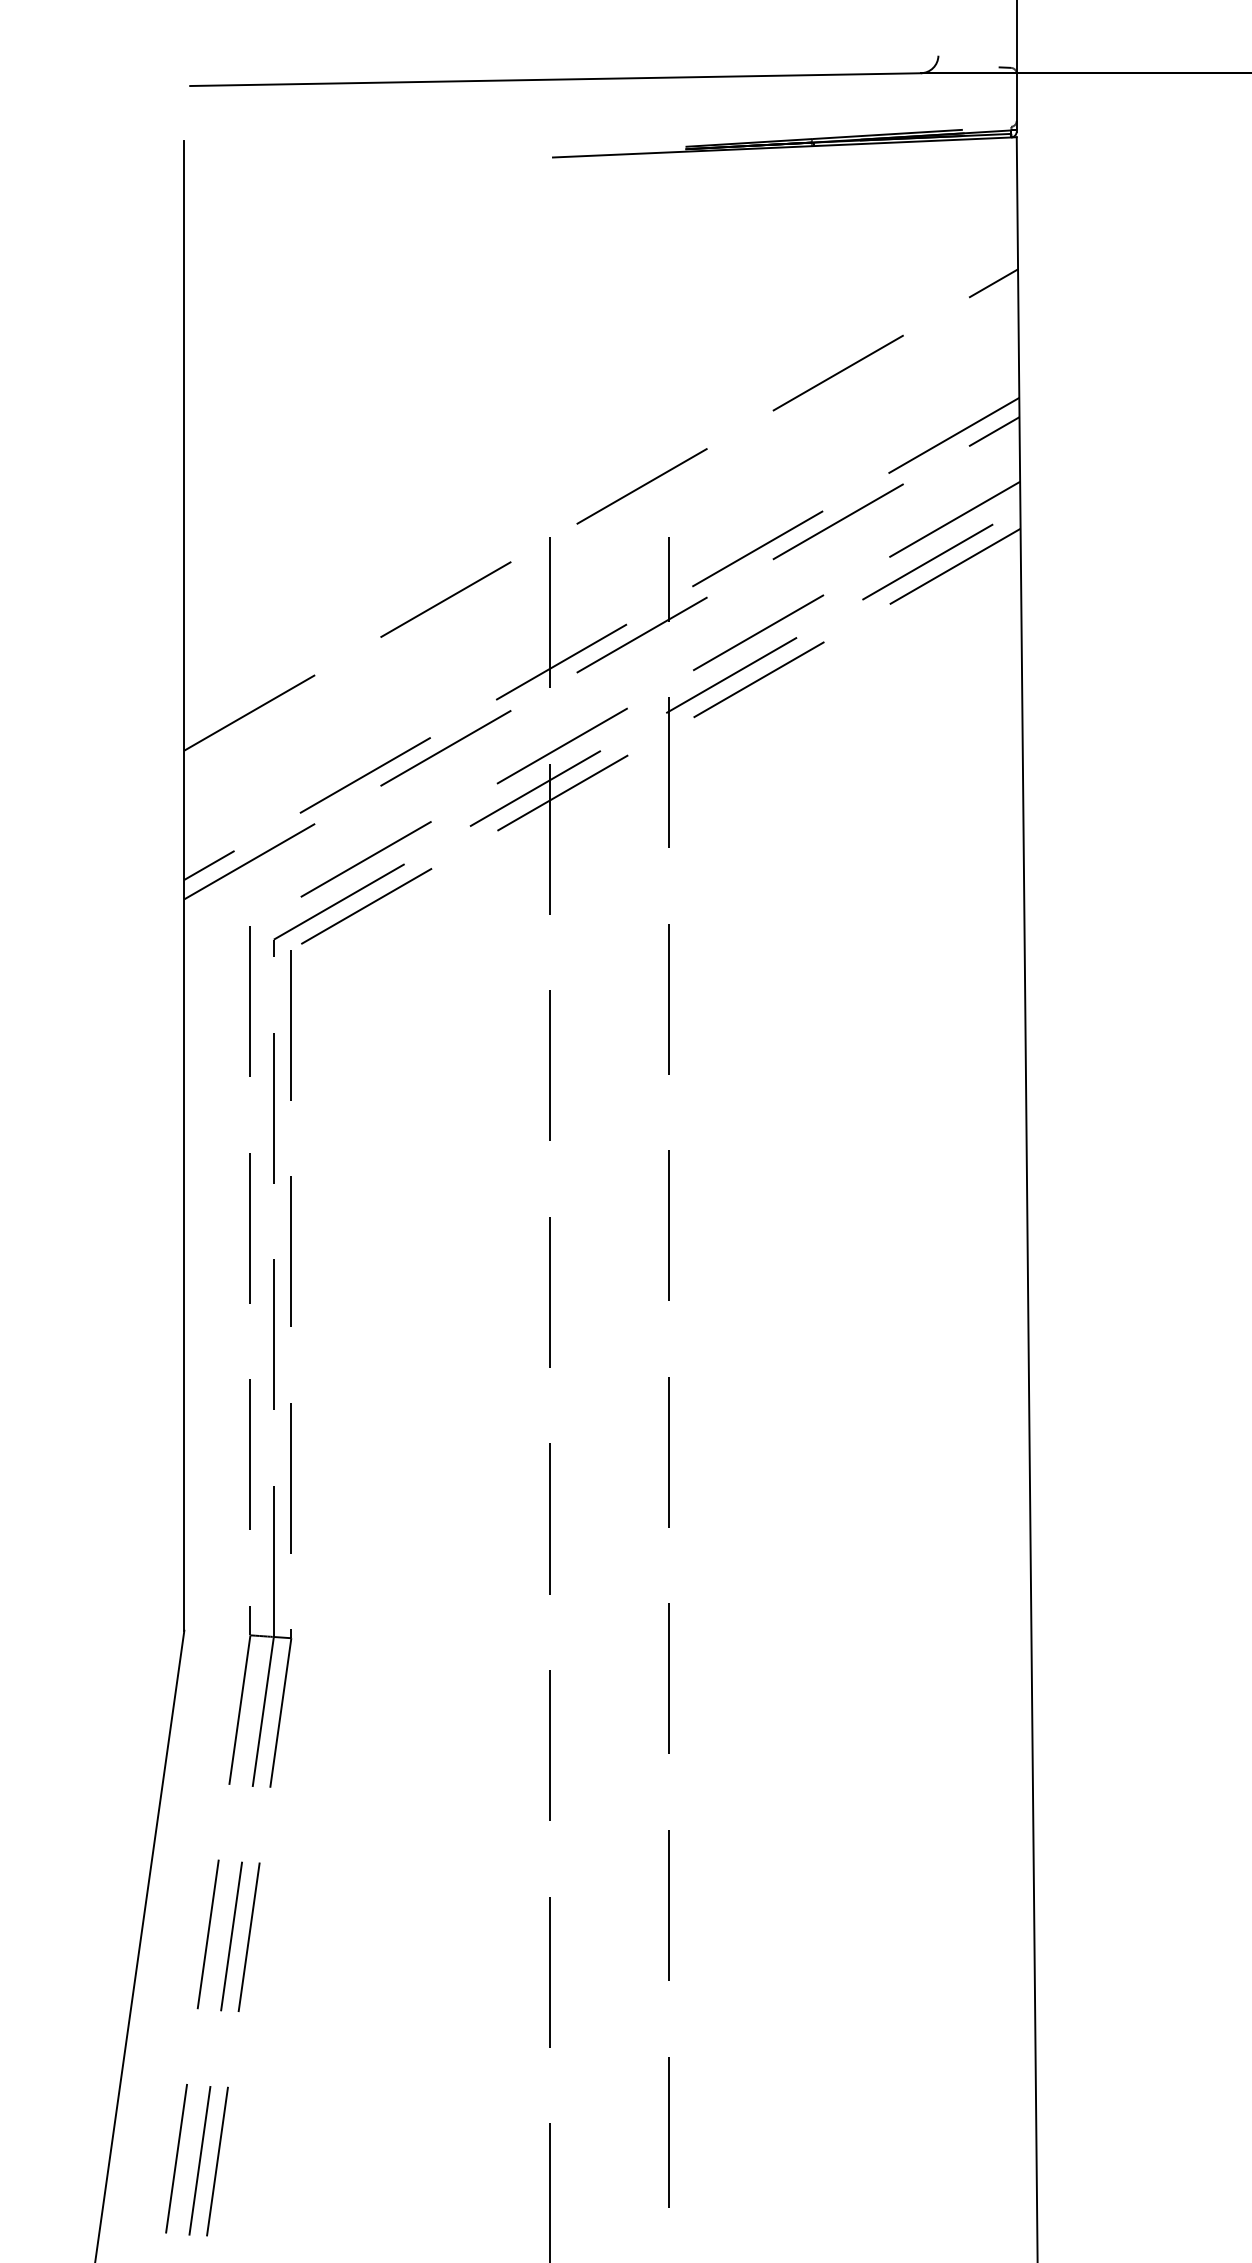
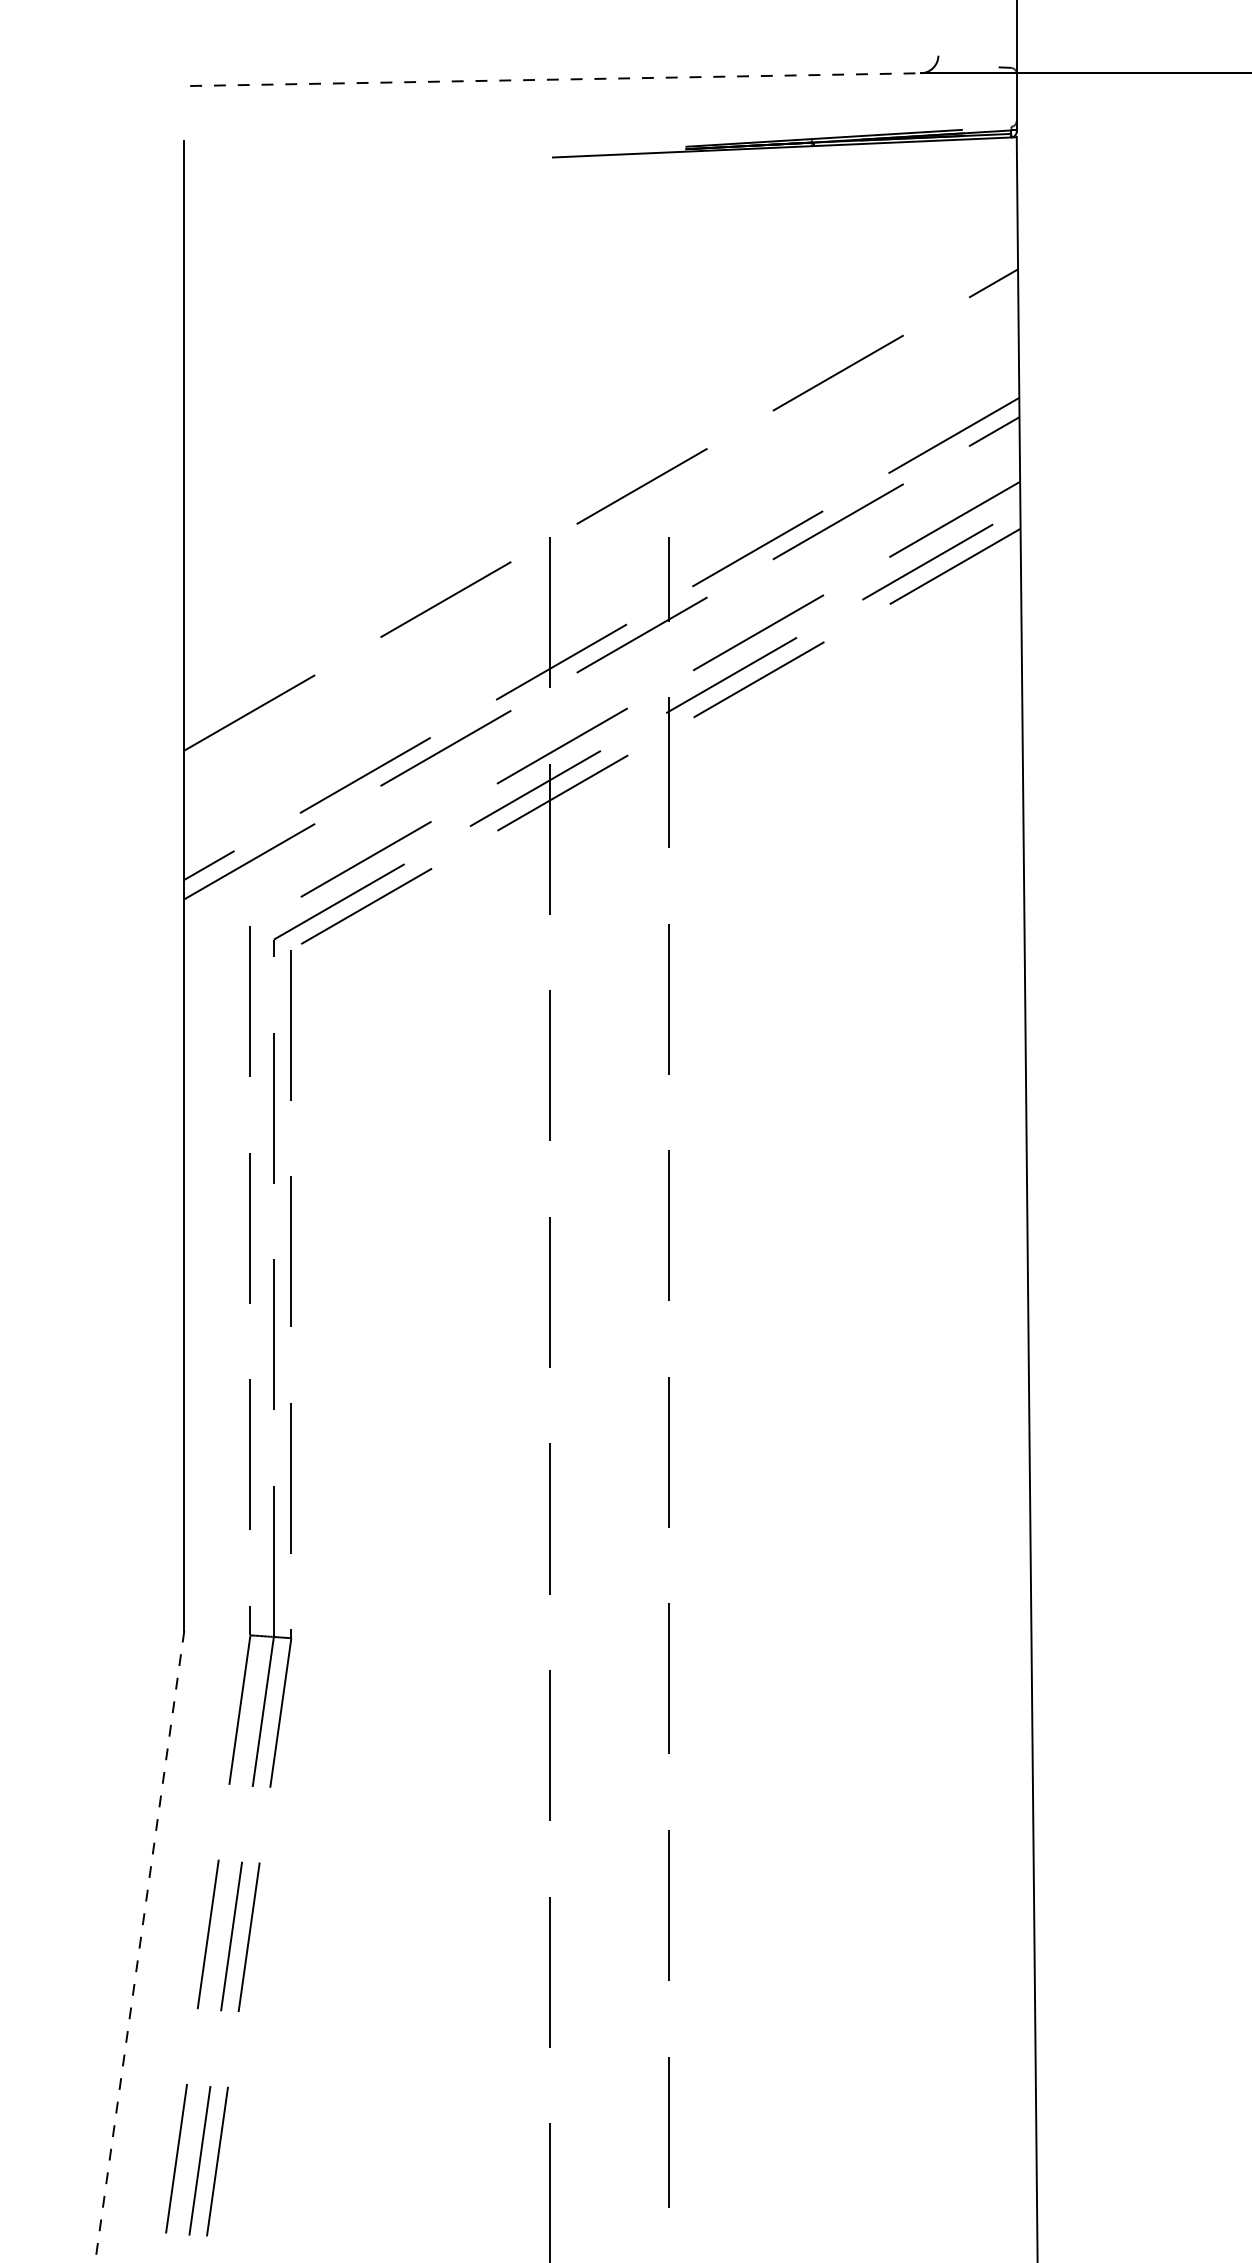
line at (556, 79): solid -> dashed
line at (139, 1946): solid -> dashed
